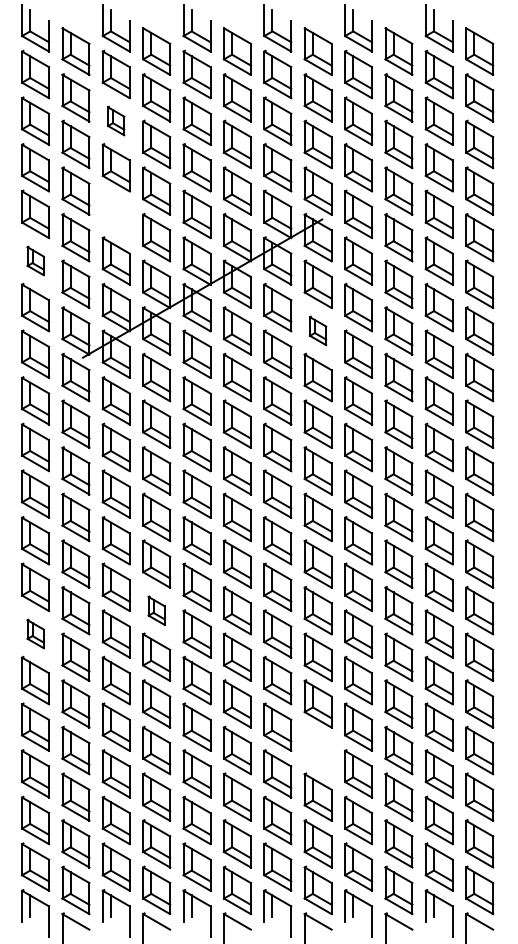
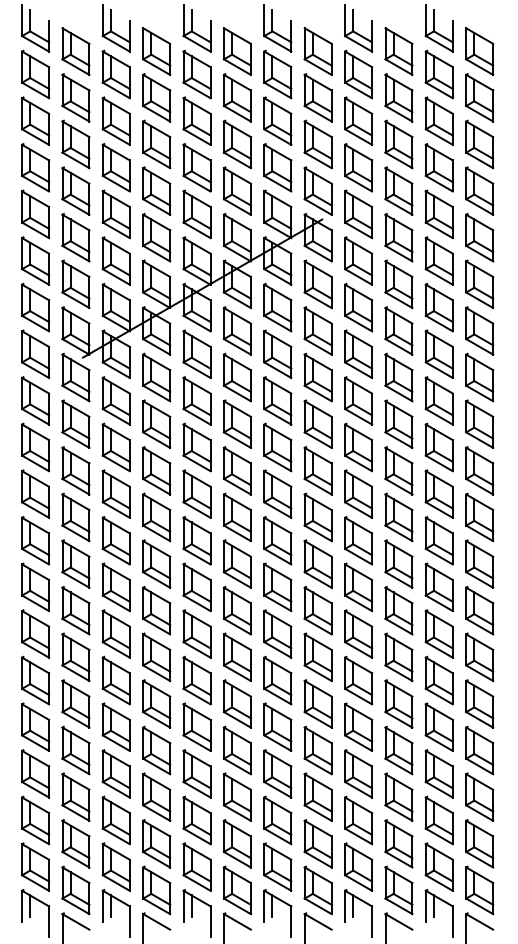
part at (116, 120) size: 19x32 px -> 30x50 px
part at (115, 213): none -> present
part at (35, 260) size: 19x32 px -> 30x50 px
part at (318, 330) size: 19x32 px -> 30x50 px
part at (156, 610) size: 19x31 px -> 30x50 px
part at (35, 633) size: 19x32 px -> 30x50 px
part at (317, 750): none -> present
